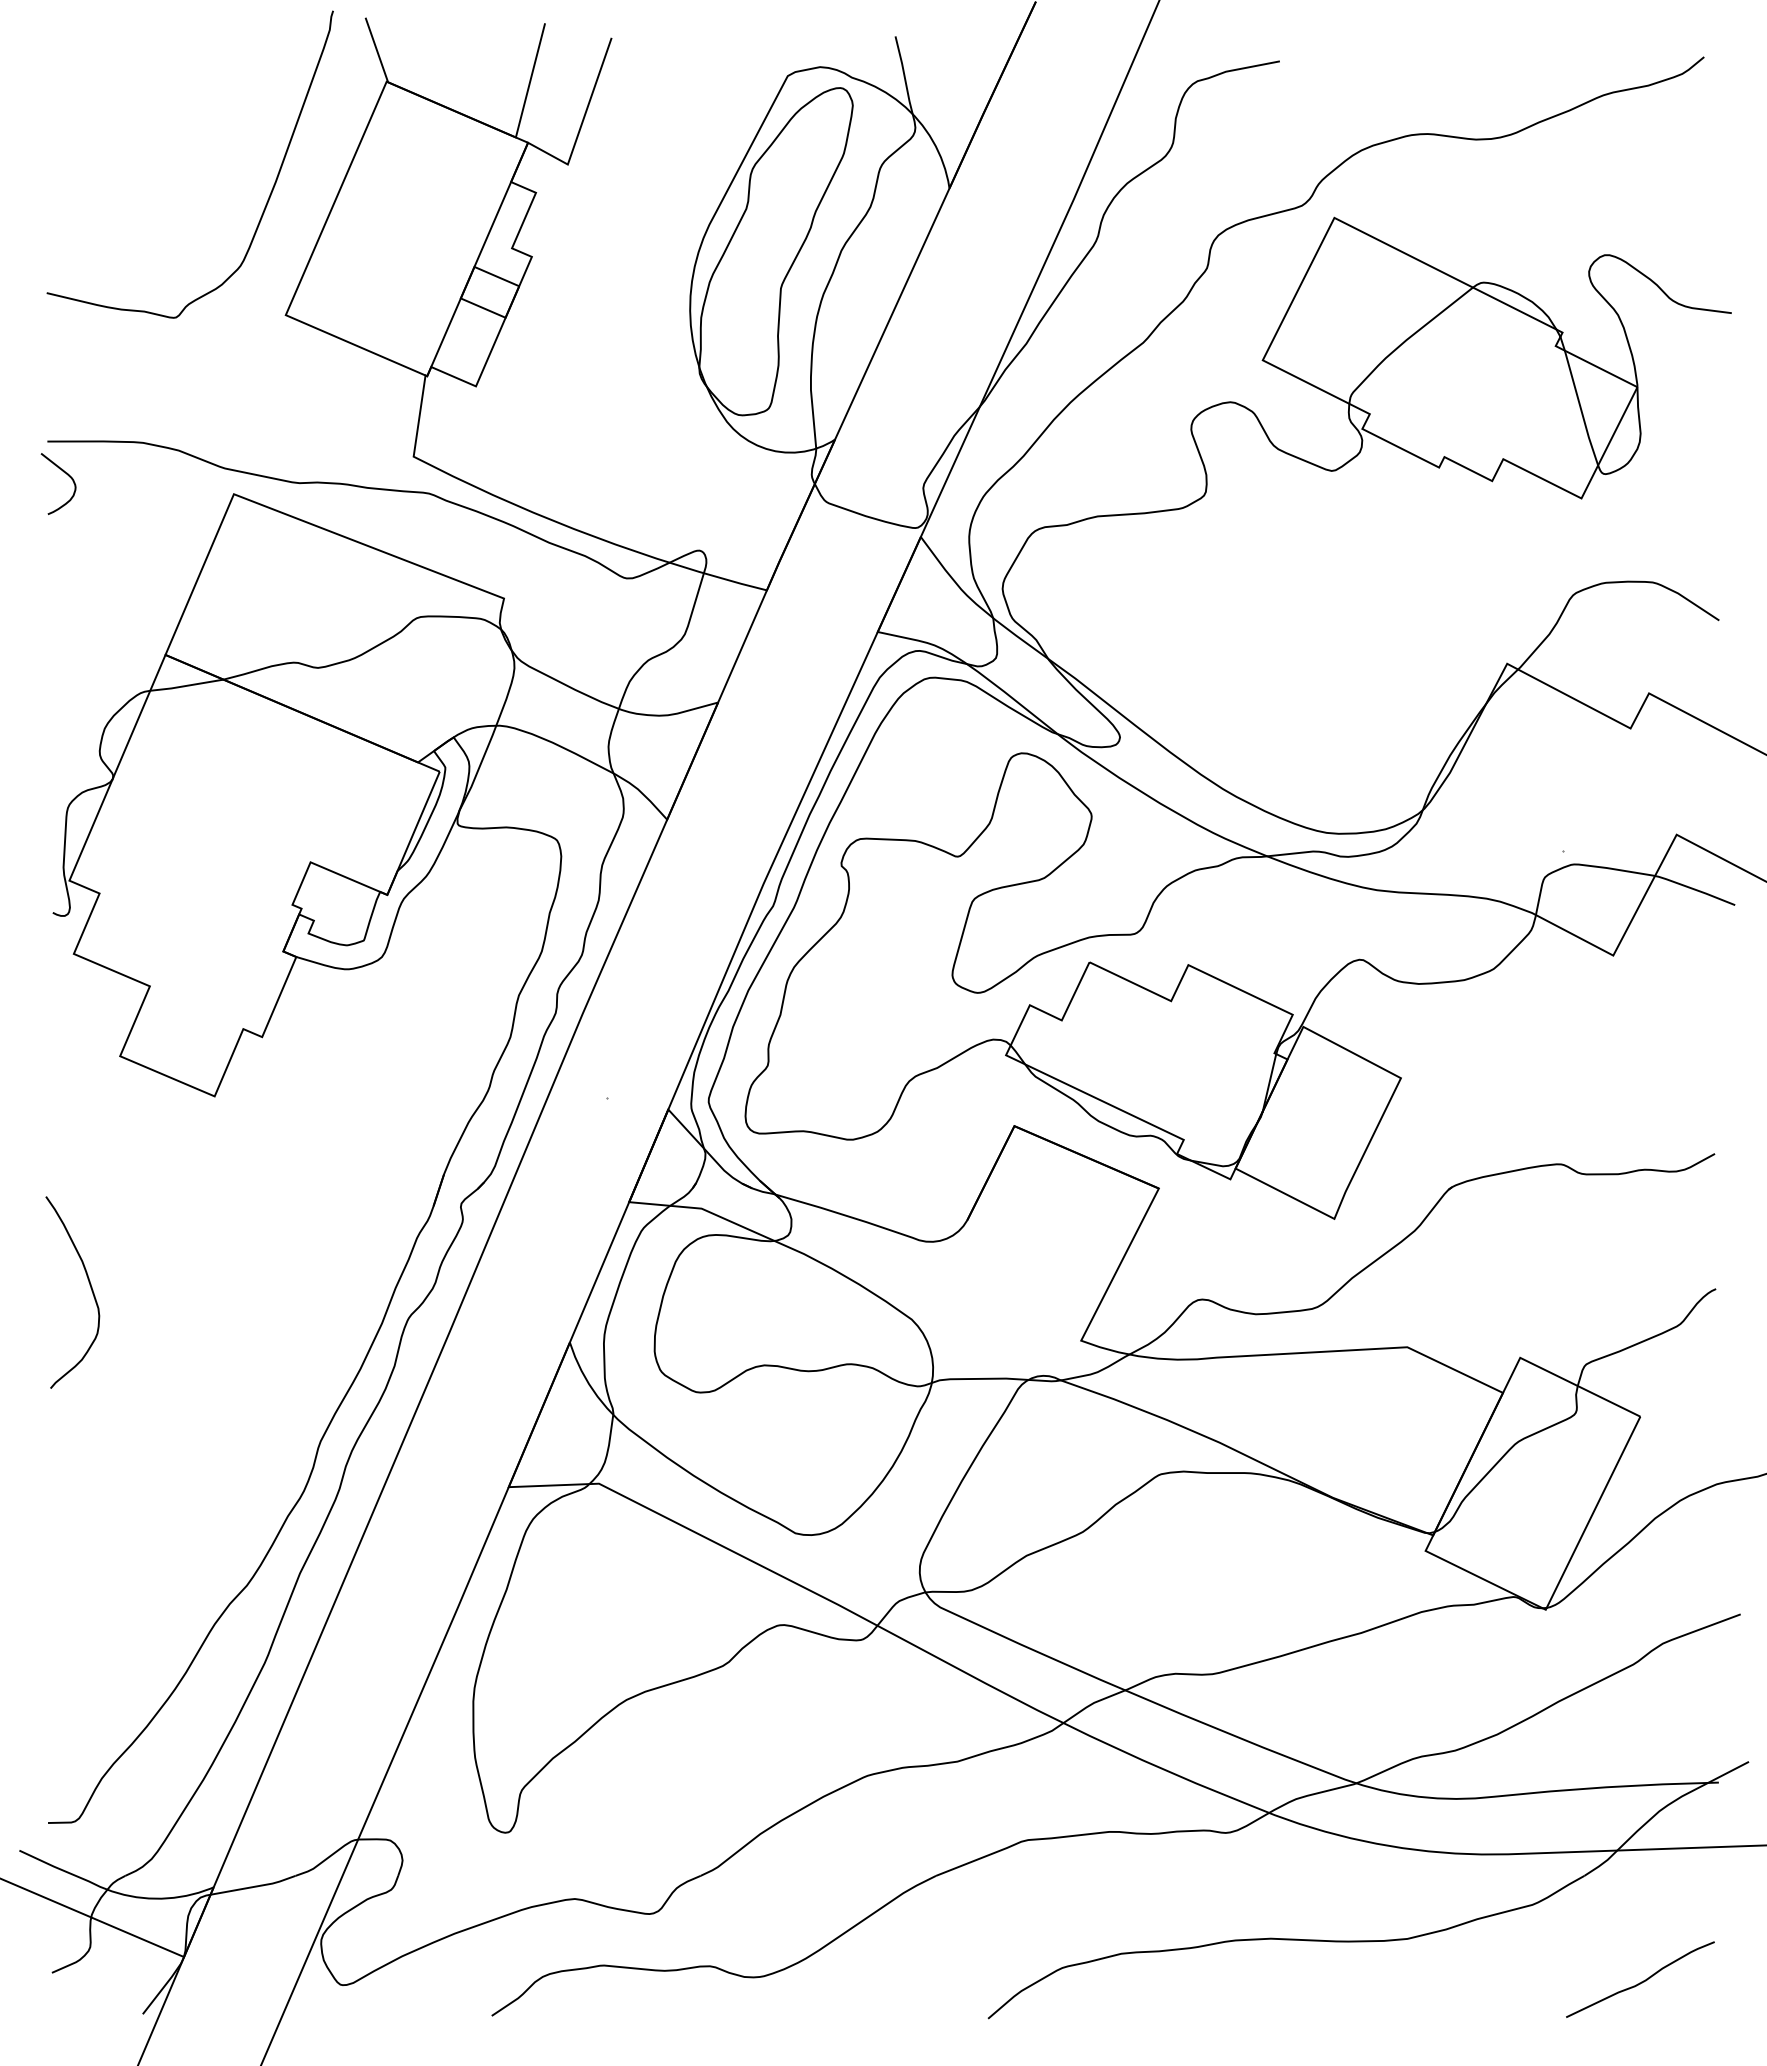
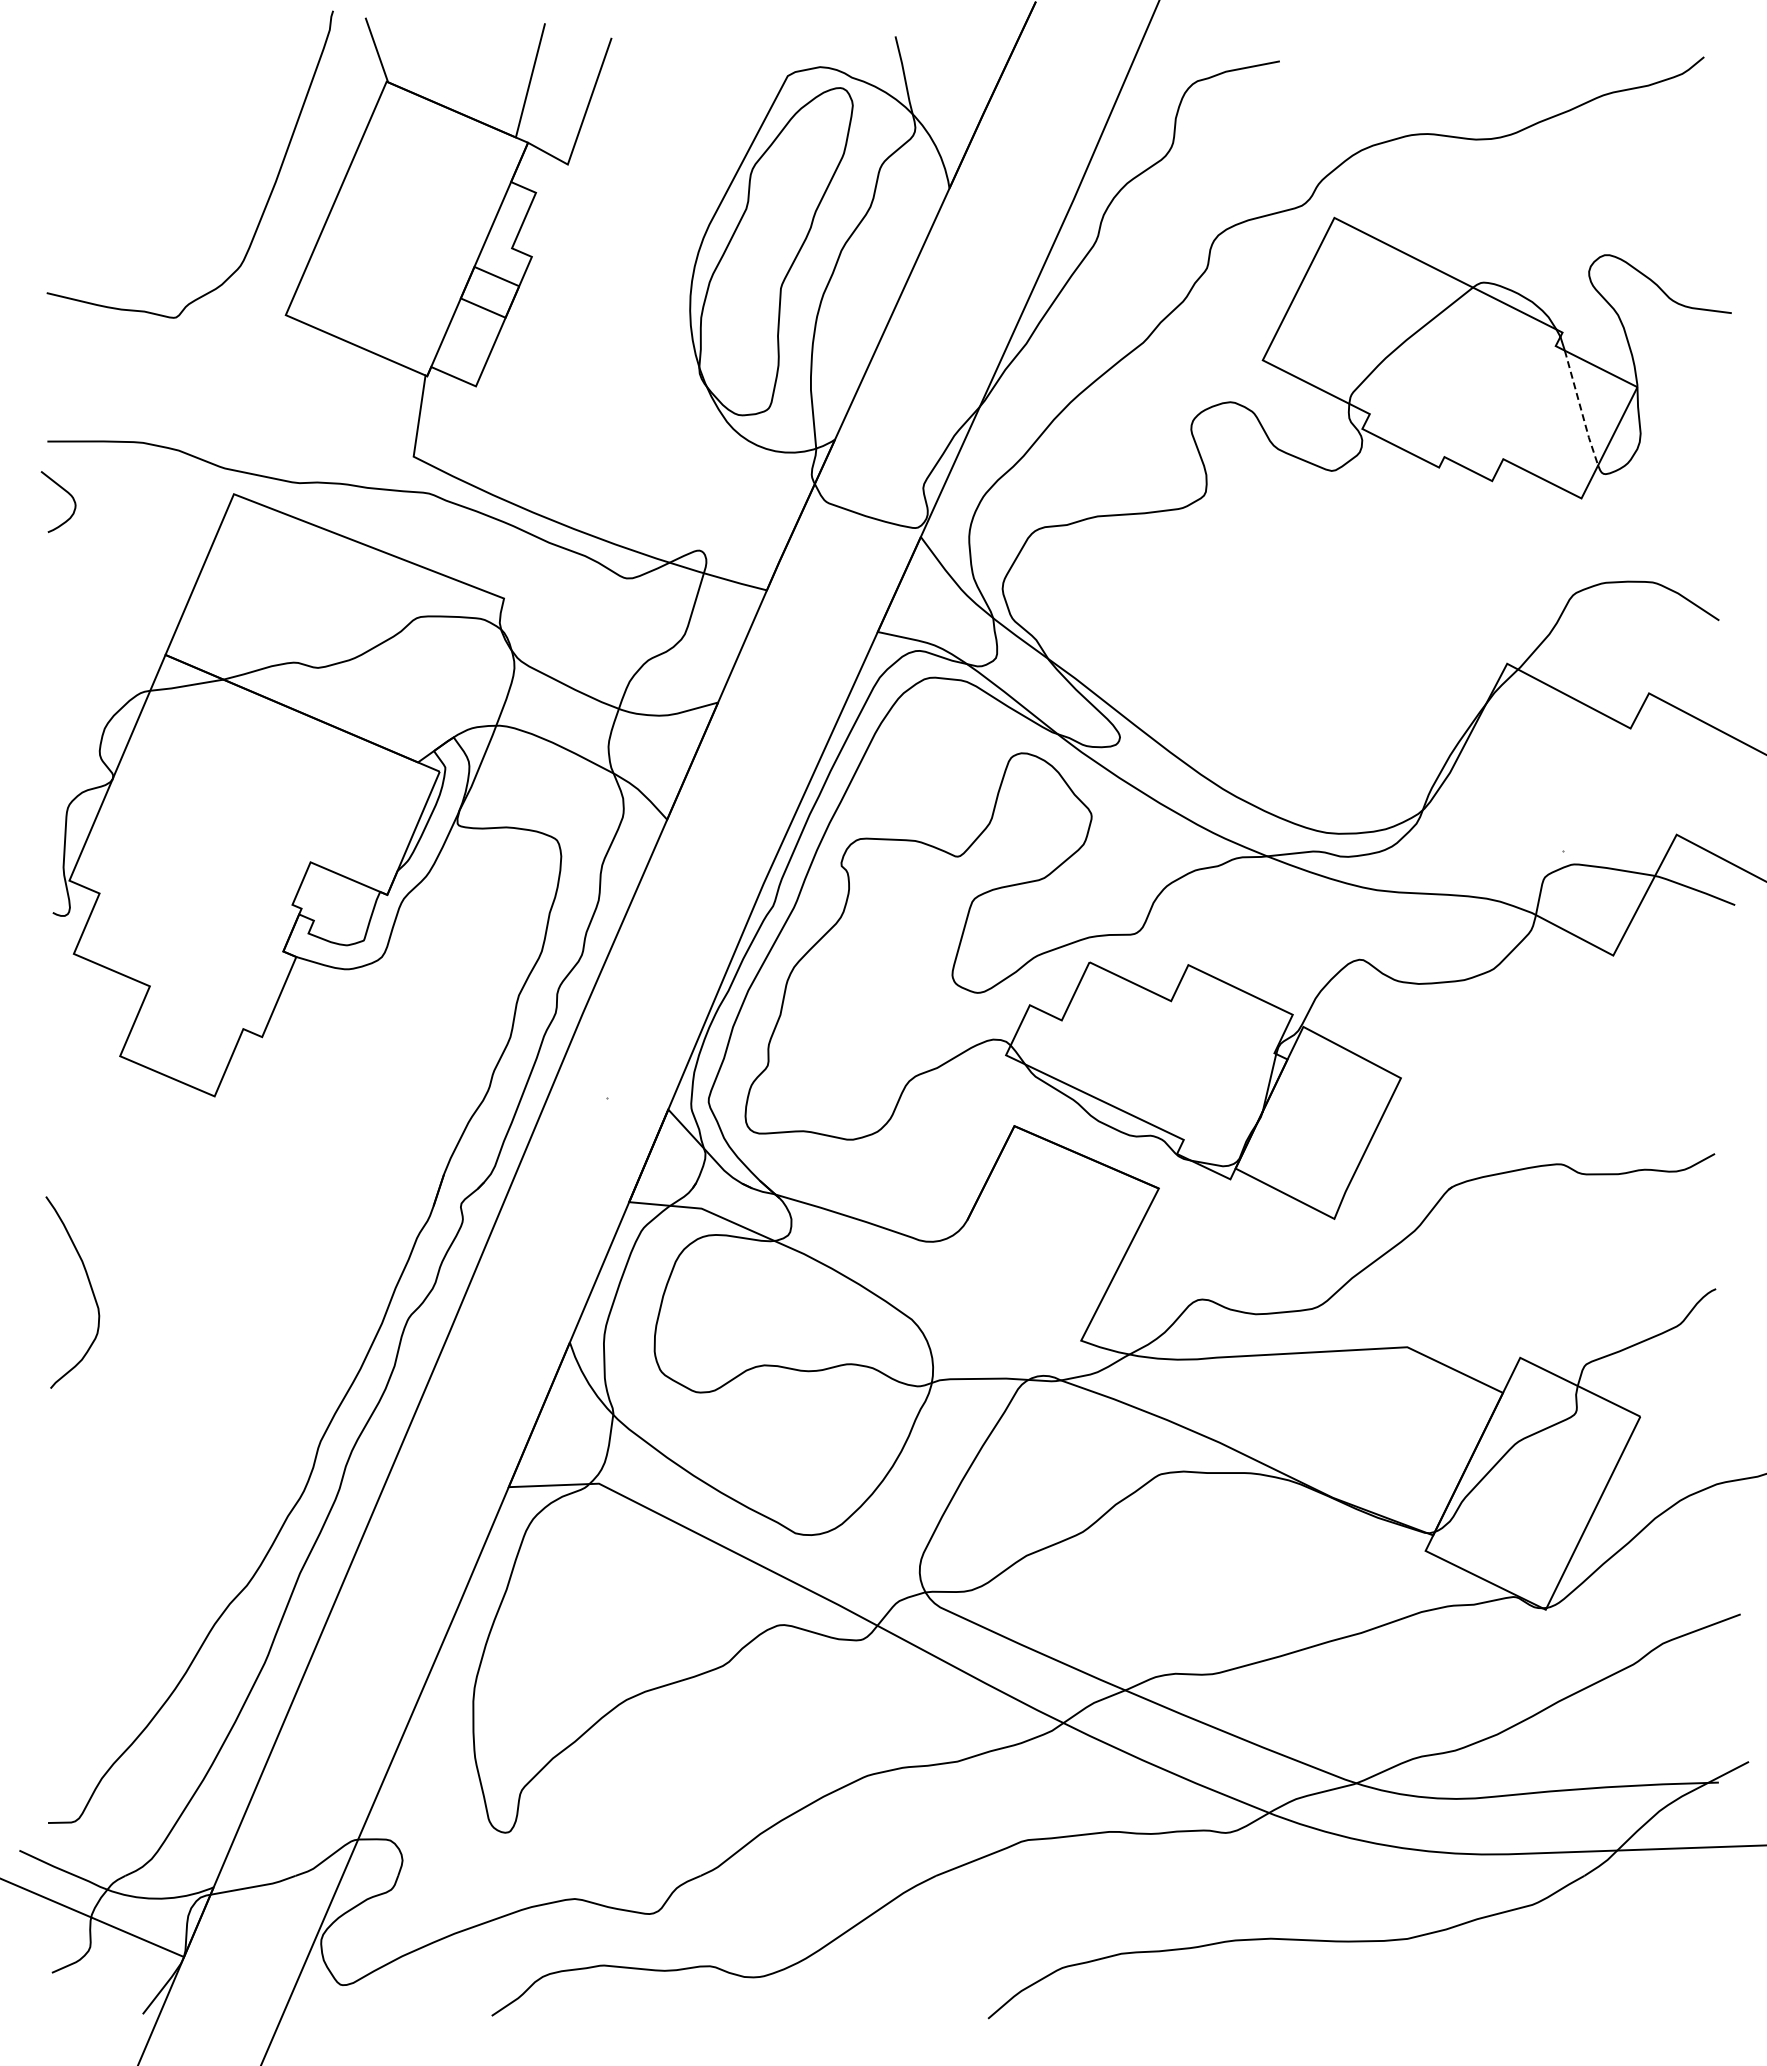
line at (1580, 408): solid -> dashed
curve at (66, 474) position: (66, 474) -> (66, 492)
curve at (1641, 1981): present -> none
